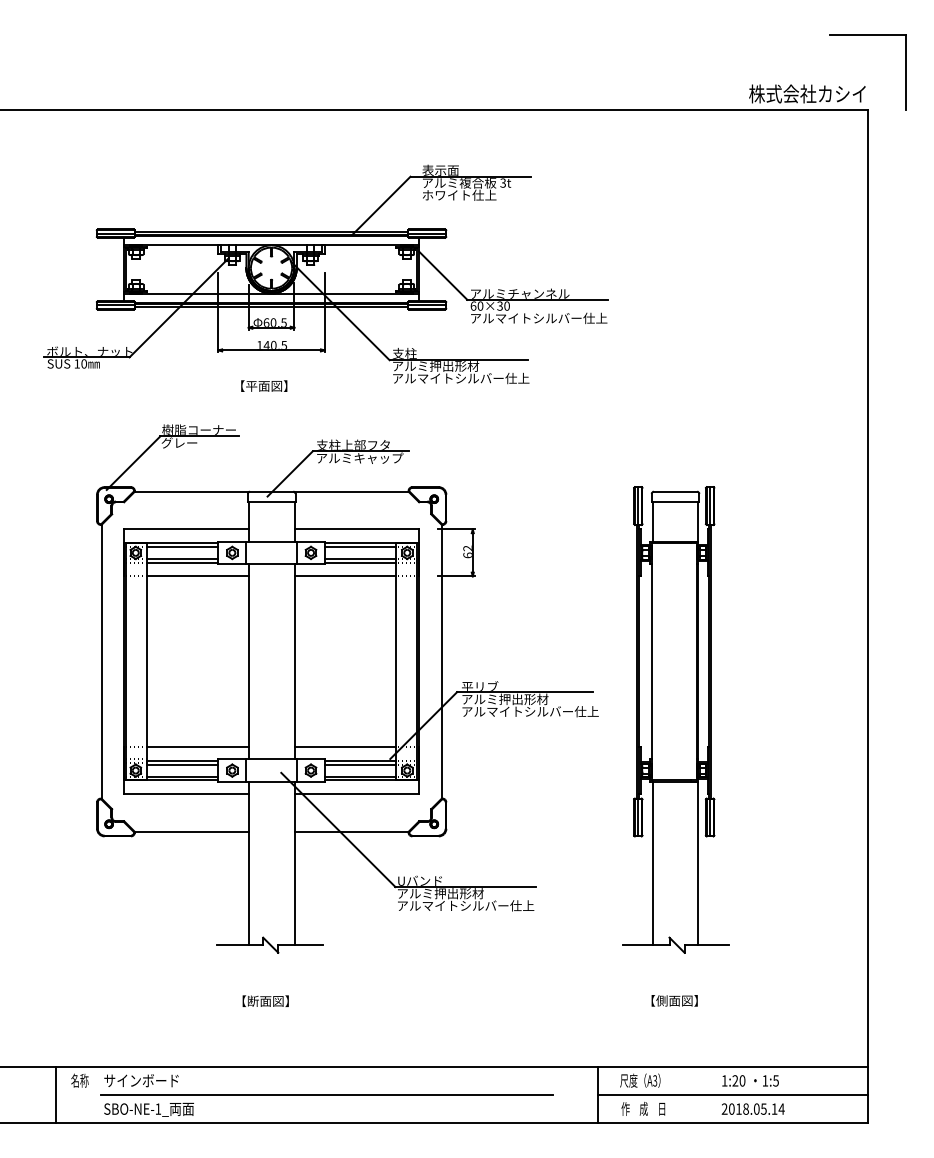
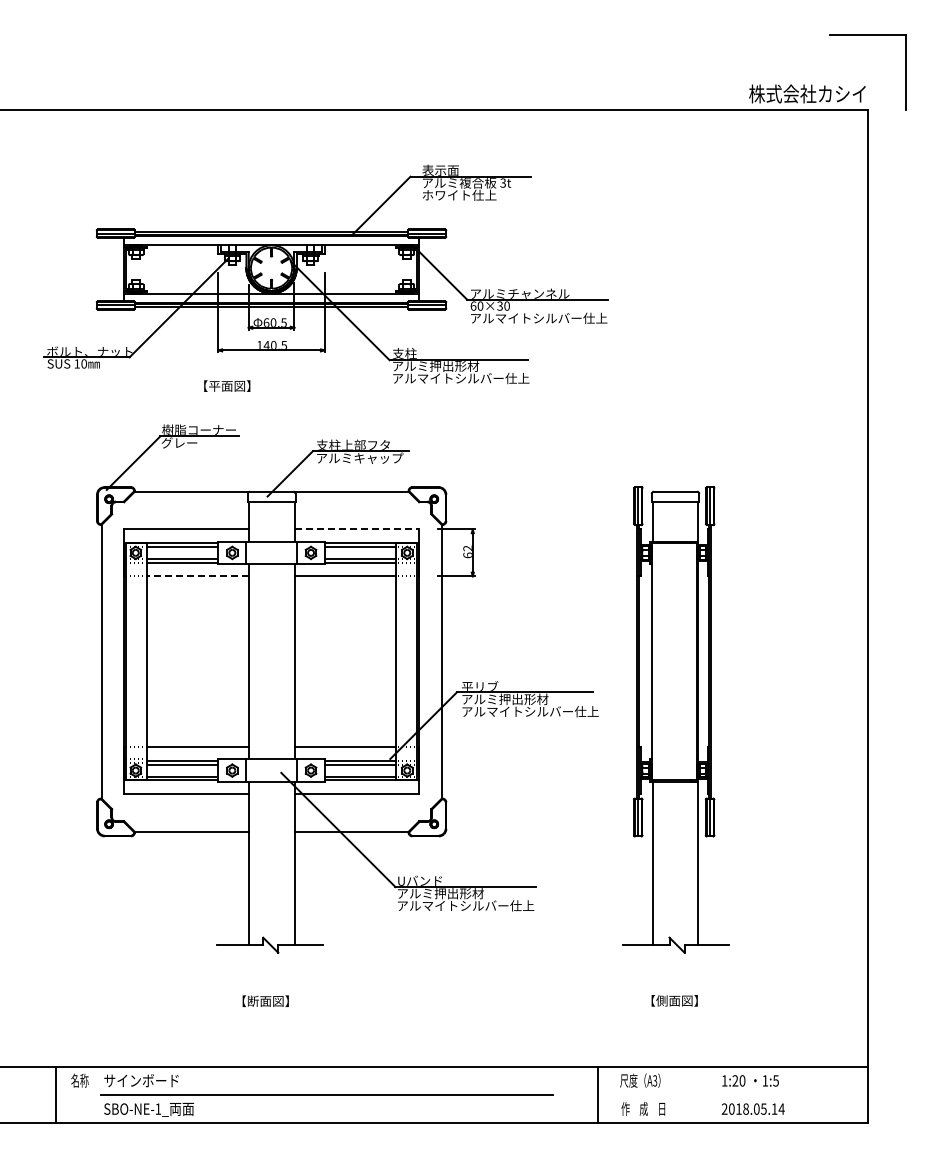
text at (264, 385) position: (264, 385) -> (227, 385)
line at (357, 529): solid -> dashed
line at (197, 576): solid -> dashed
line at (733, 1095): present -> none
